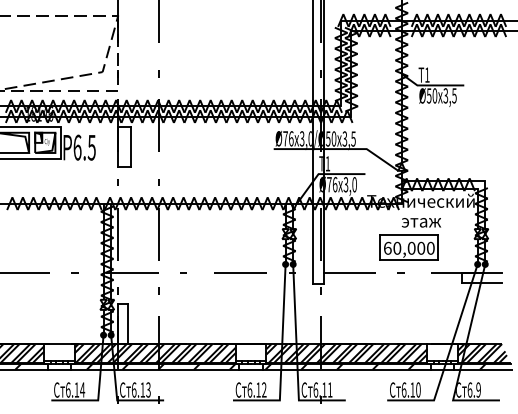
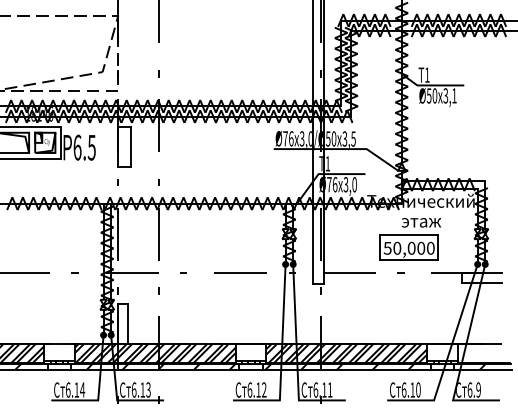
text at (454, 95): 3,5 -> 3,1
text at (387, 247): 60,000 -> 50,000
hatch at (483, 353): present -> none
